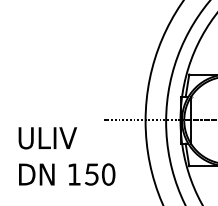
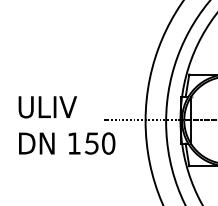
text at (66, 156) position: (66, 156) -> (66, 125)
